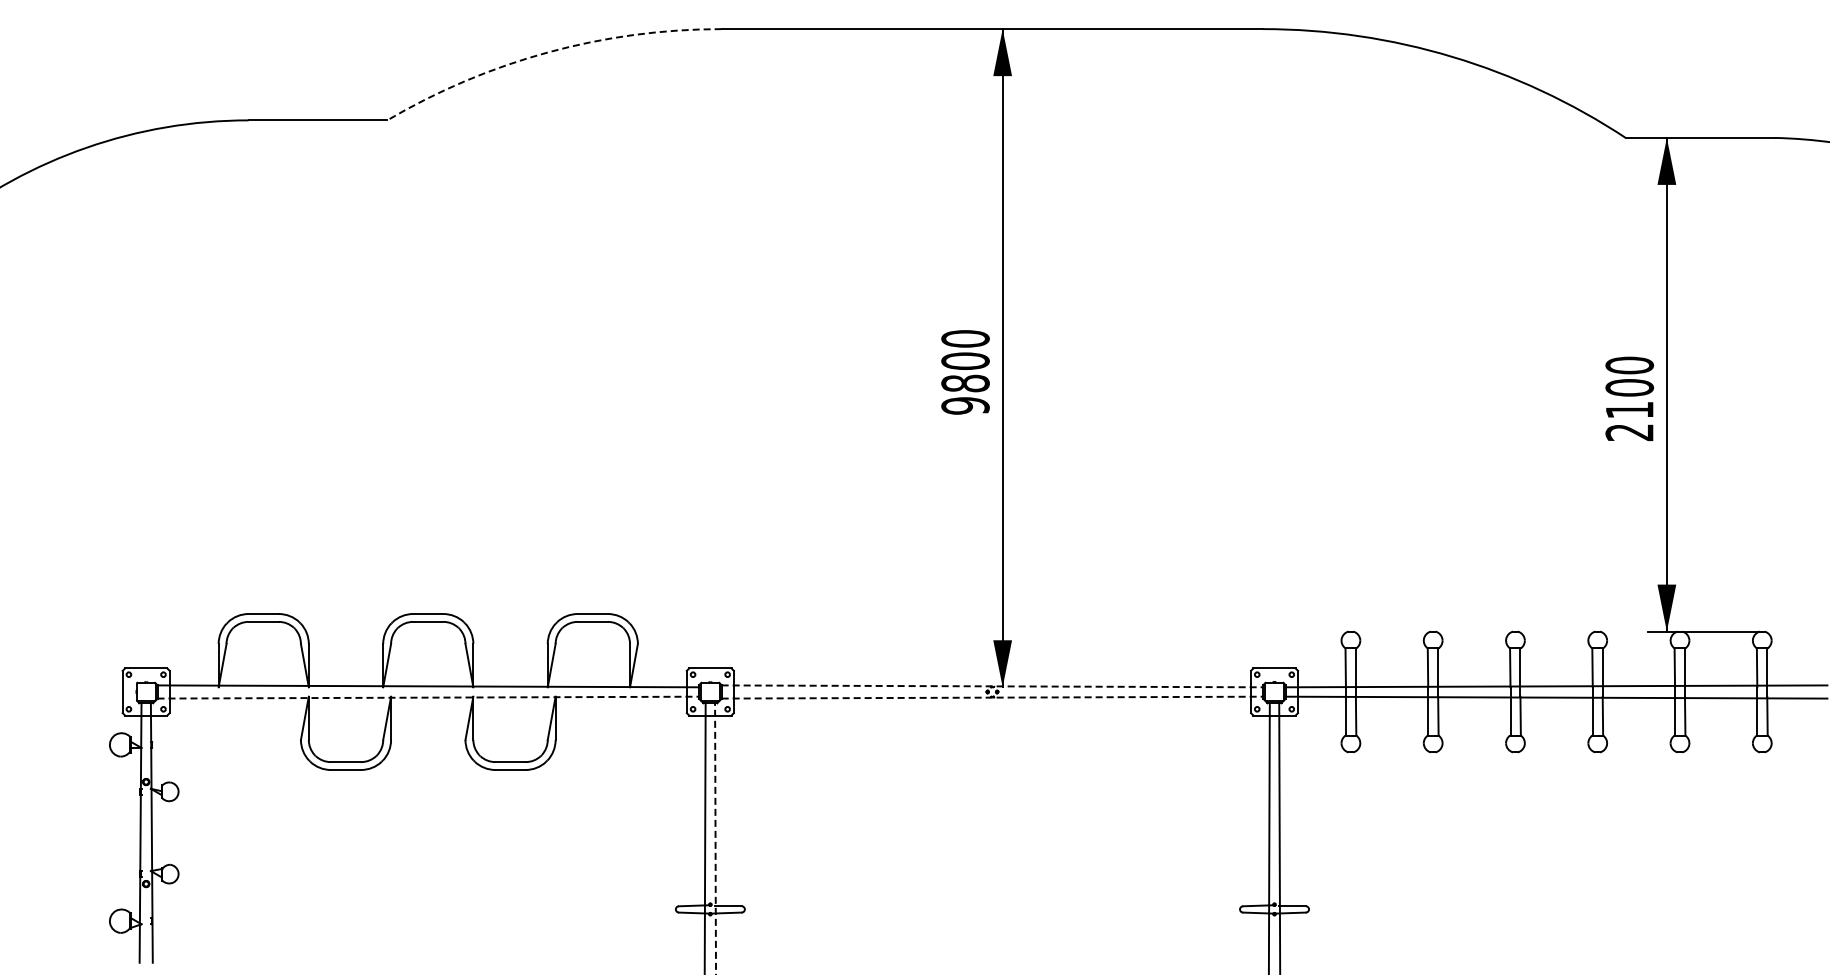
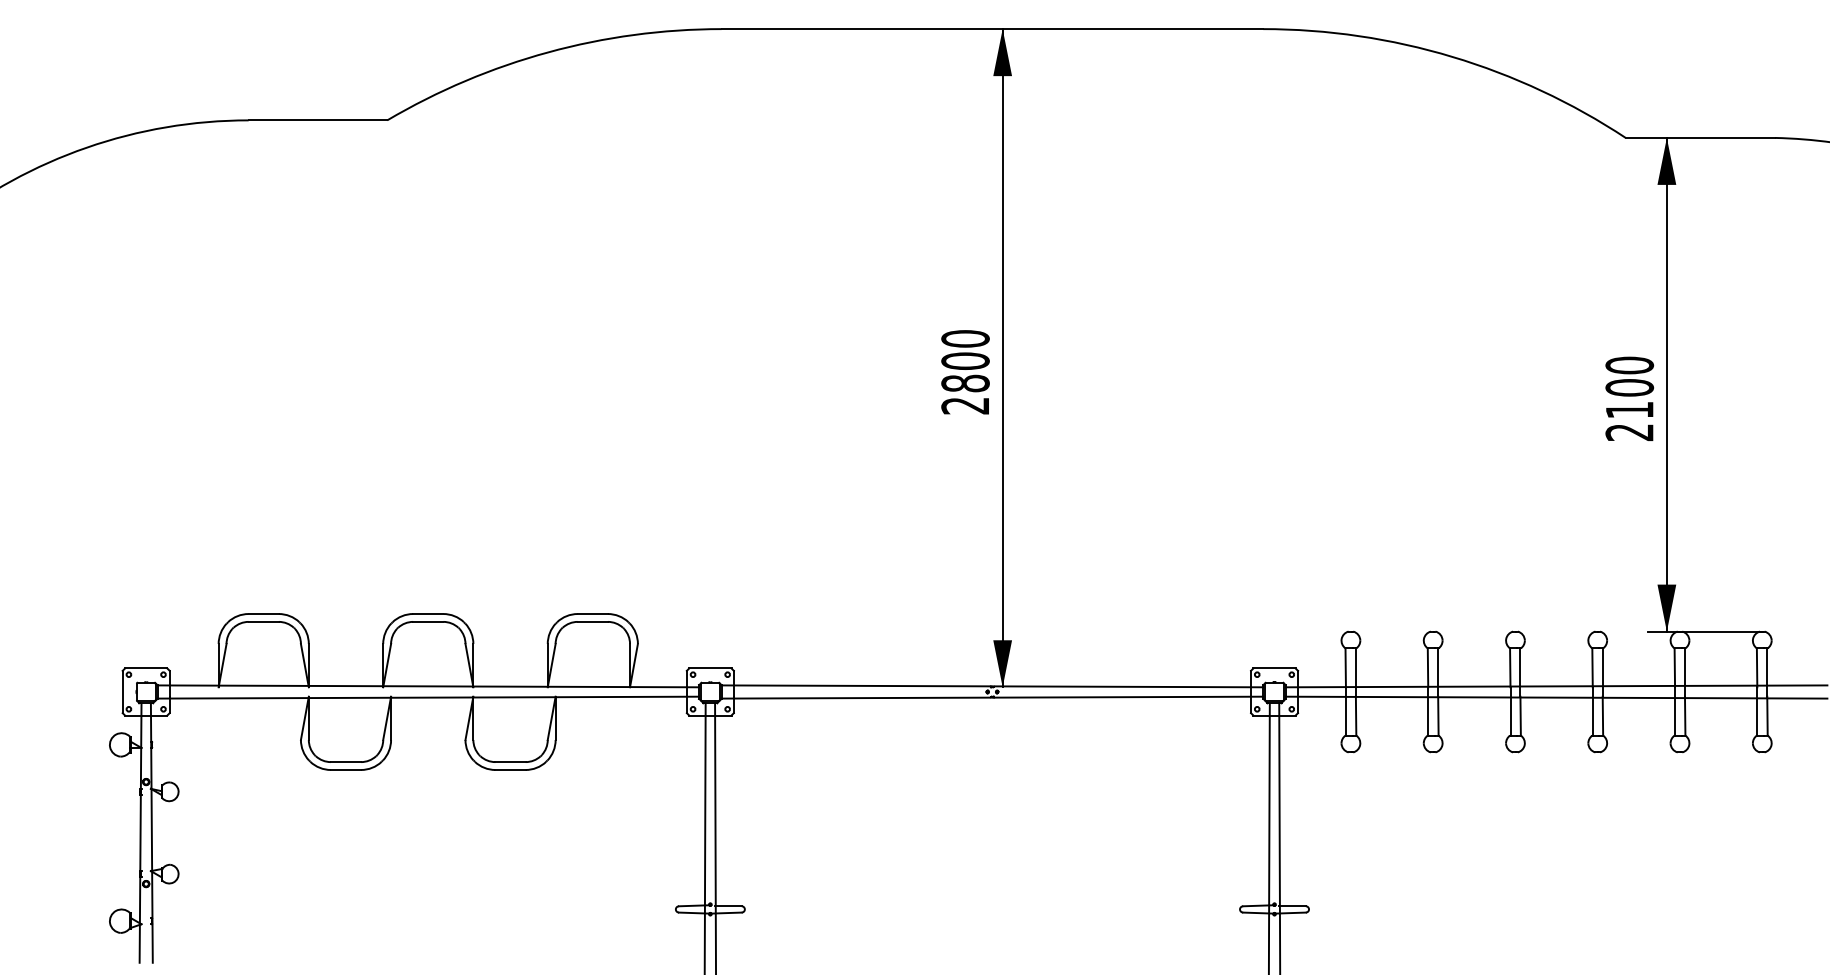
arc at (548, 52): dashed -> solid
text at (965, 405): 9800 -> 2800
line at (992, 686): dashed -> solid
line at (428, 697): dashed -> solid
line at (992, 697): dashed -> solid
line at (715, 838): dashed -> solid
